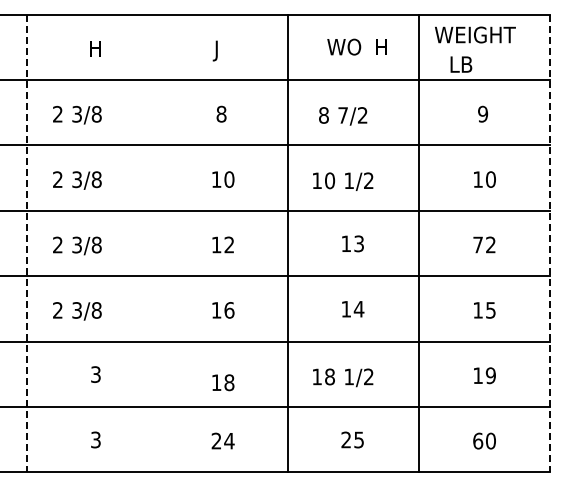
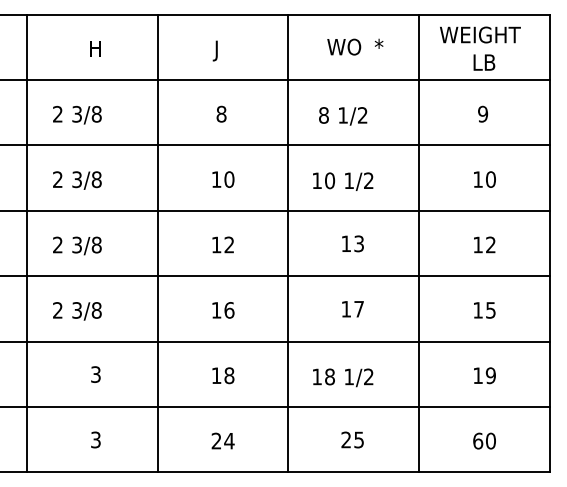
text at (475, 34) position: (475, 34) -> (480, 34)
text at (380, 46): H -> *
text at (461, 64) position: (461, 64) -> (484, 62)
text at (342, 115): 7/2 -> 1/2
line at (26, 243): dashed -> solid
line at (157, 243): none -> present
line at (549, 243): dashed -> solid
text at (477, 244): 72 -> 12
text at (358, 309): 14 -> 17
text at (223, 382) position: (223, 382) -> (223, 375)
